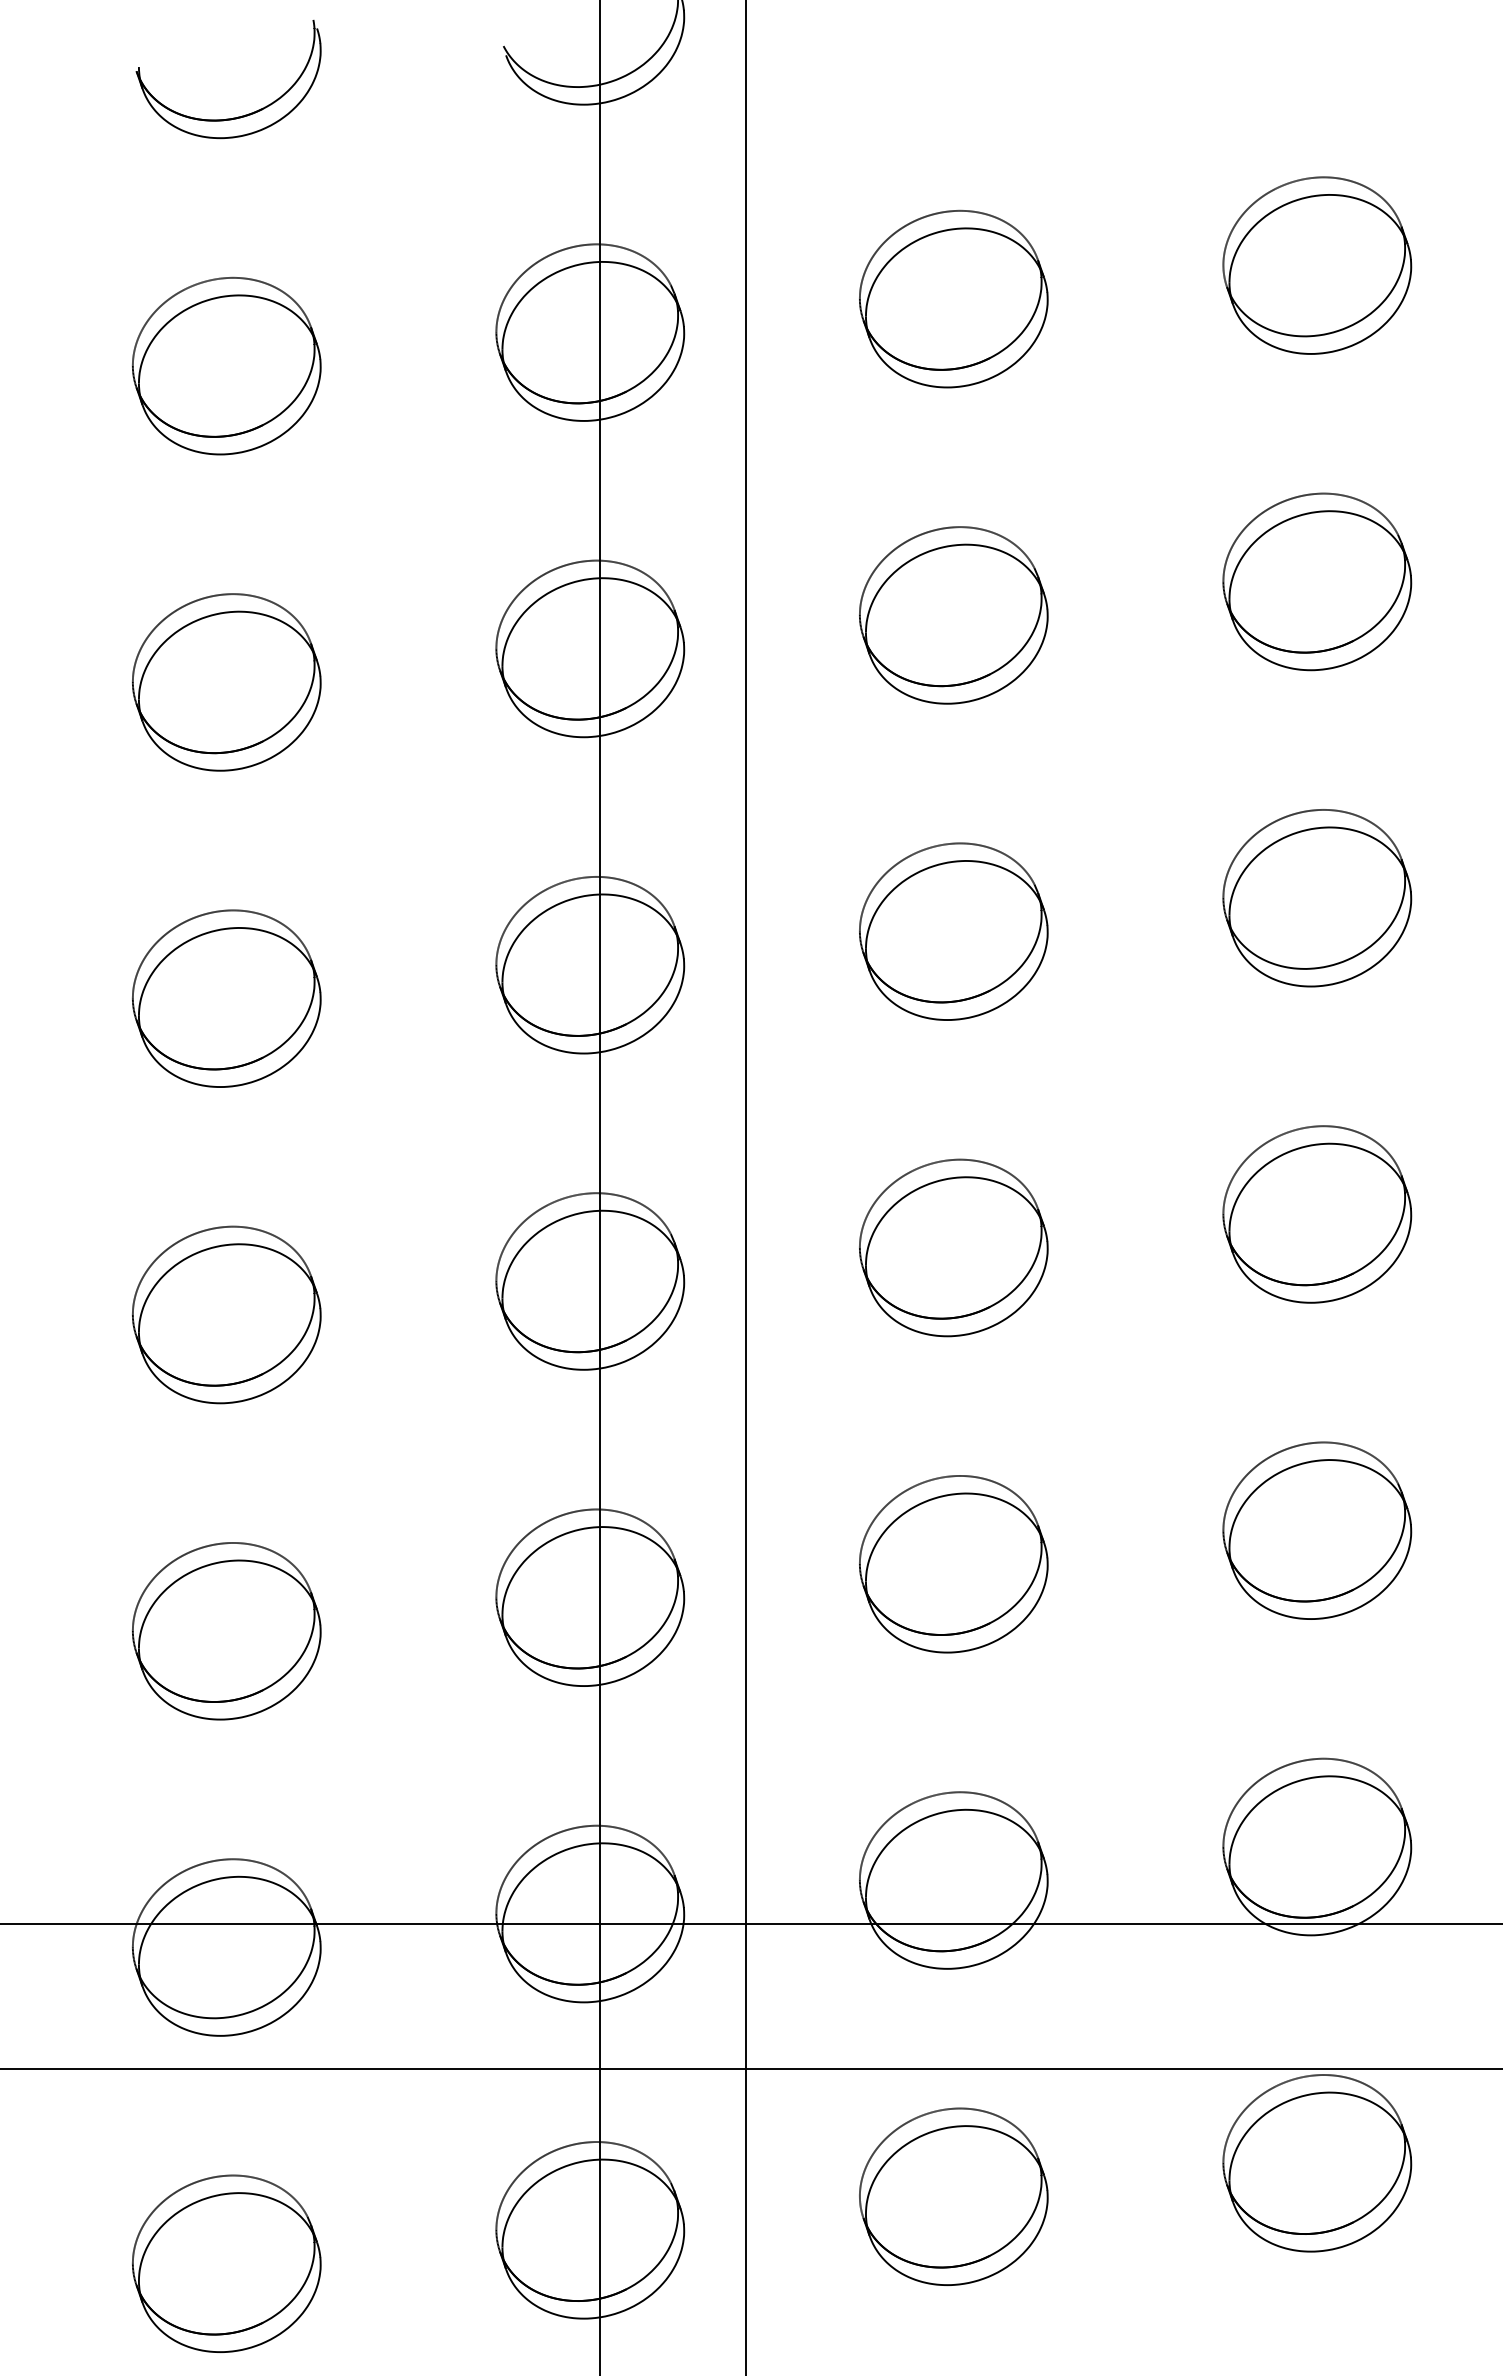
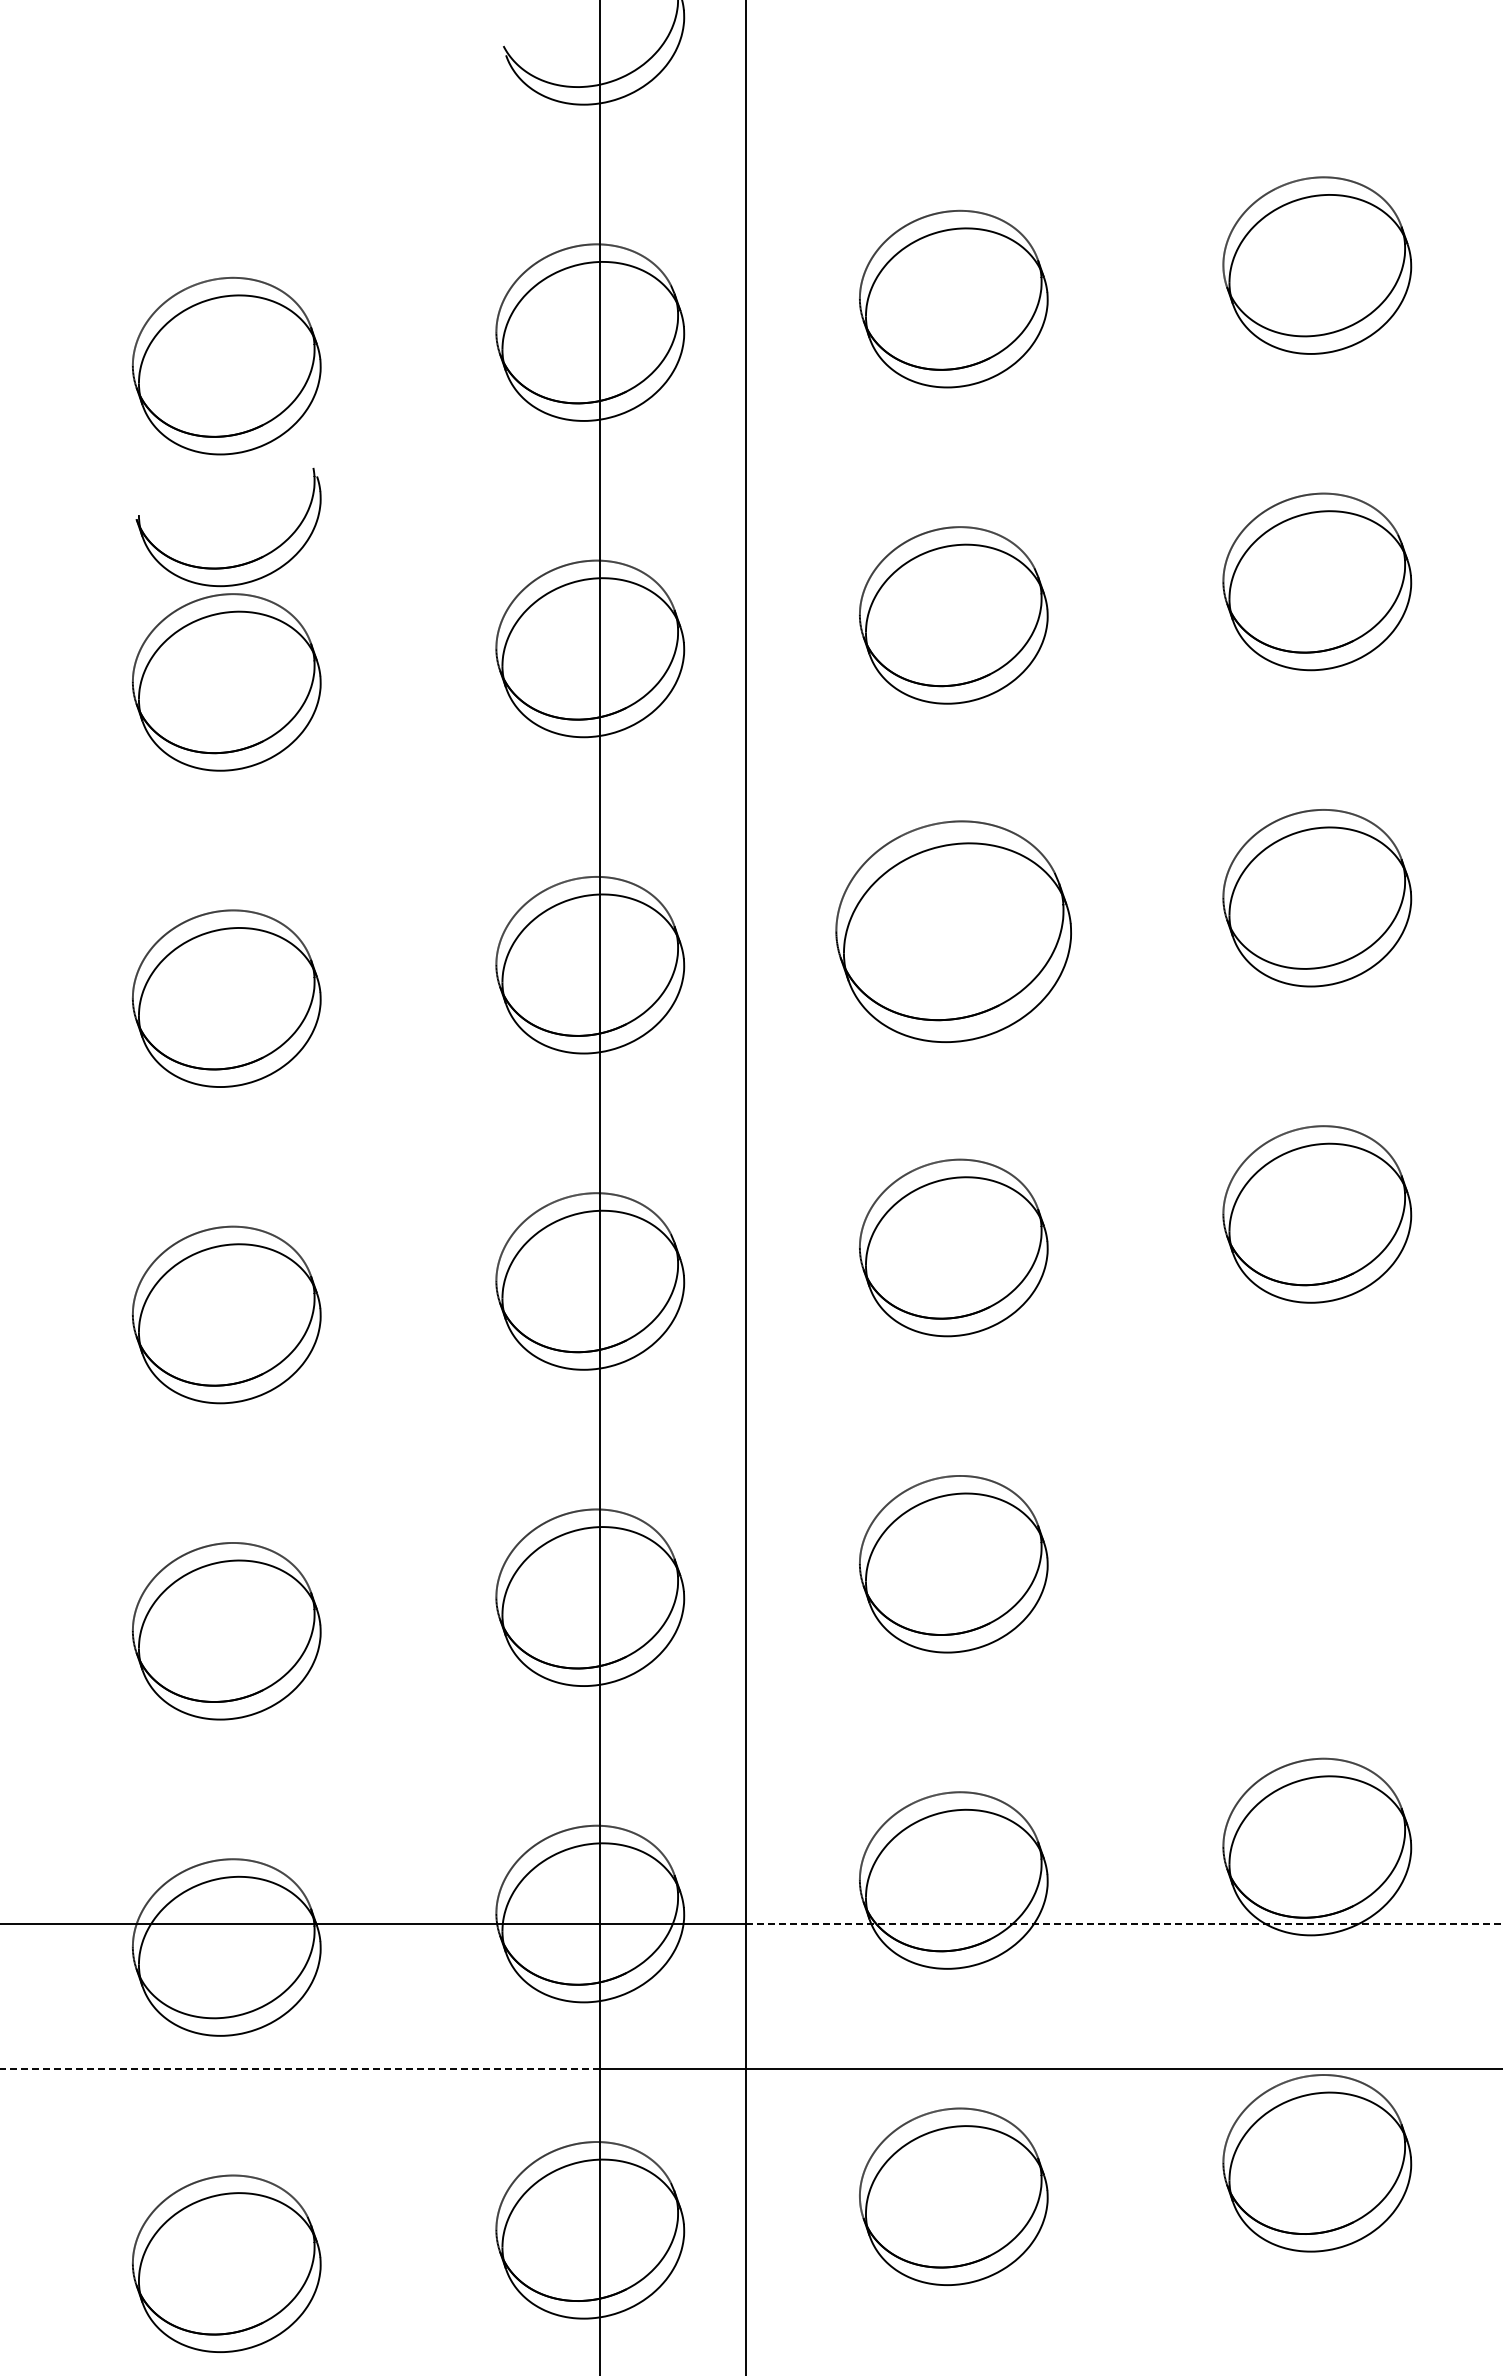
part at (238, 116) position: (238, 116) -> (238, 564)
part at (953, 931) size: 190x179 px -> 237x223 px
part at (1317, 1530): present -> none
line at (1124, 1923): solid -> dashed
line at (300, 2069): solid -> dashed
